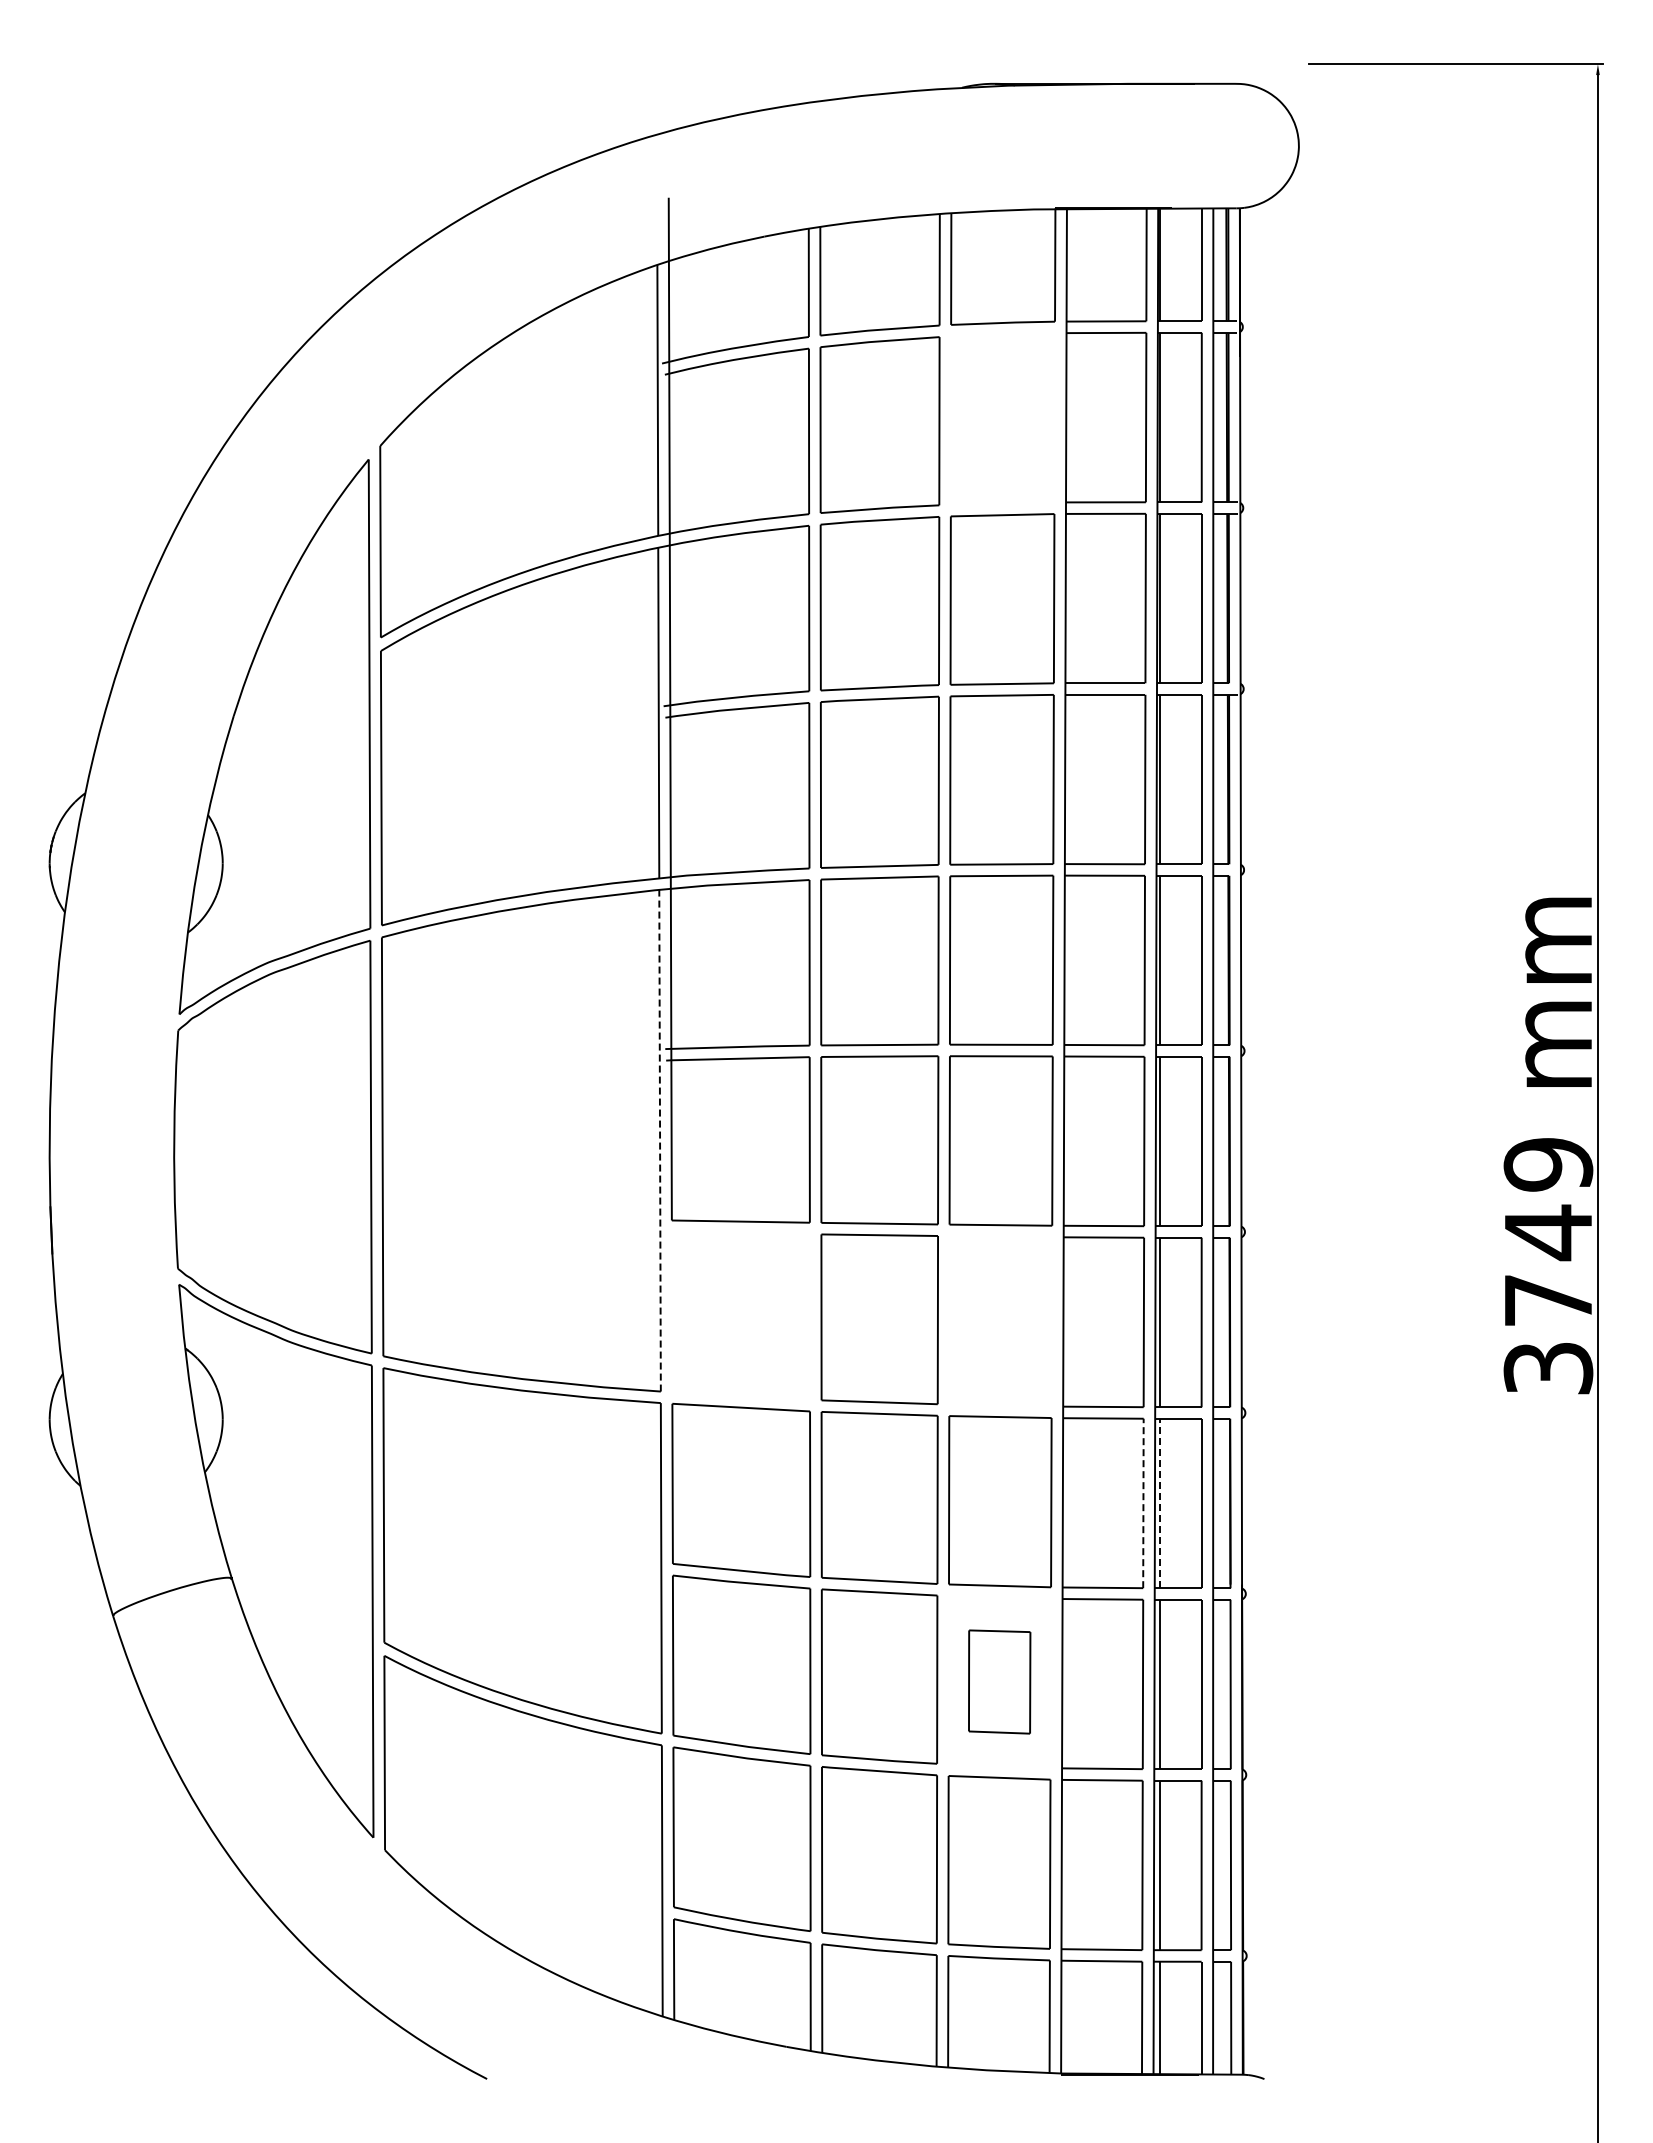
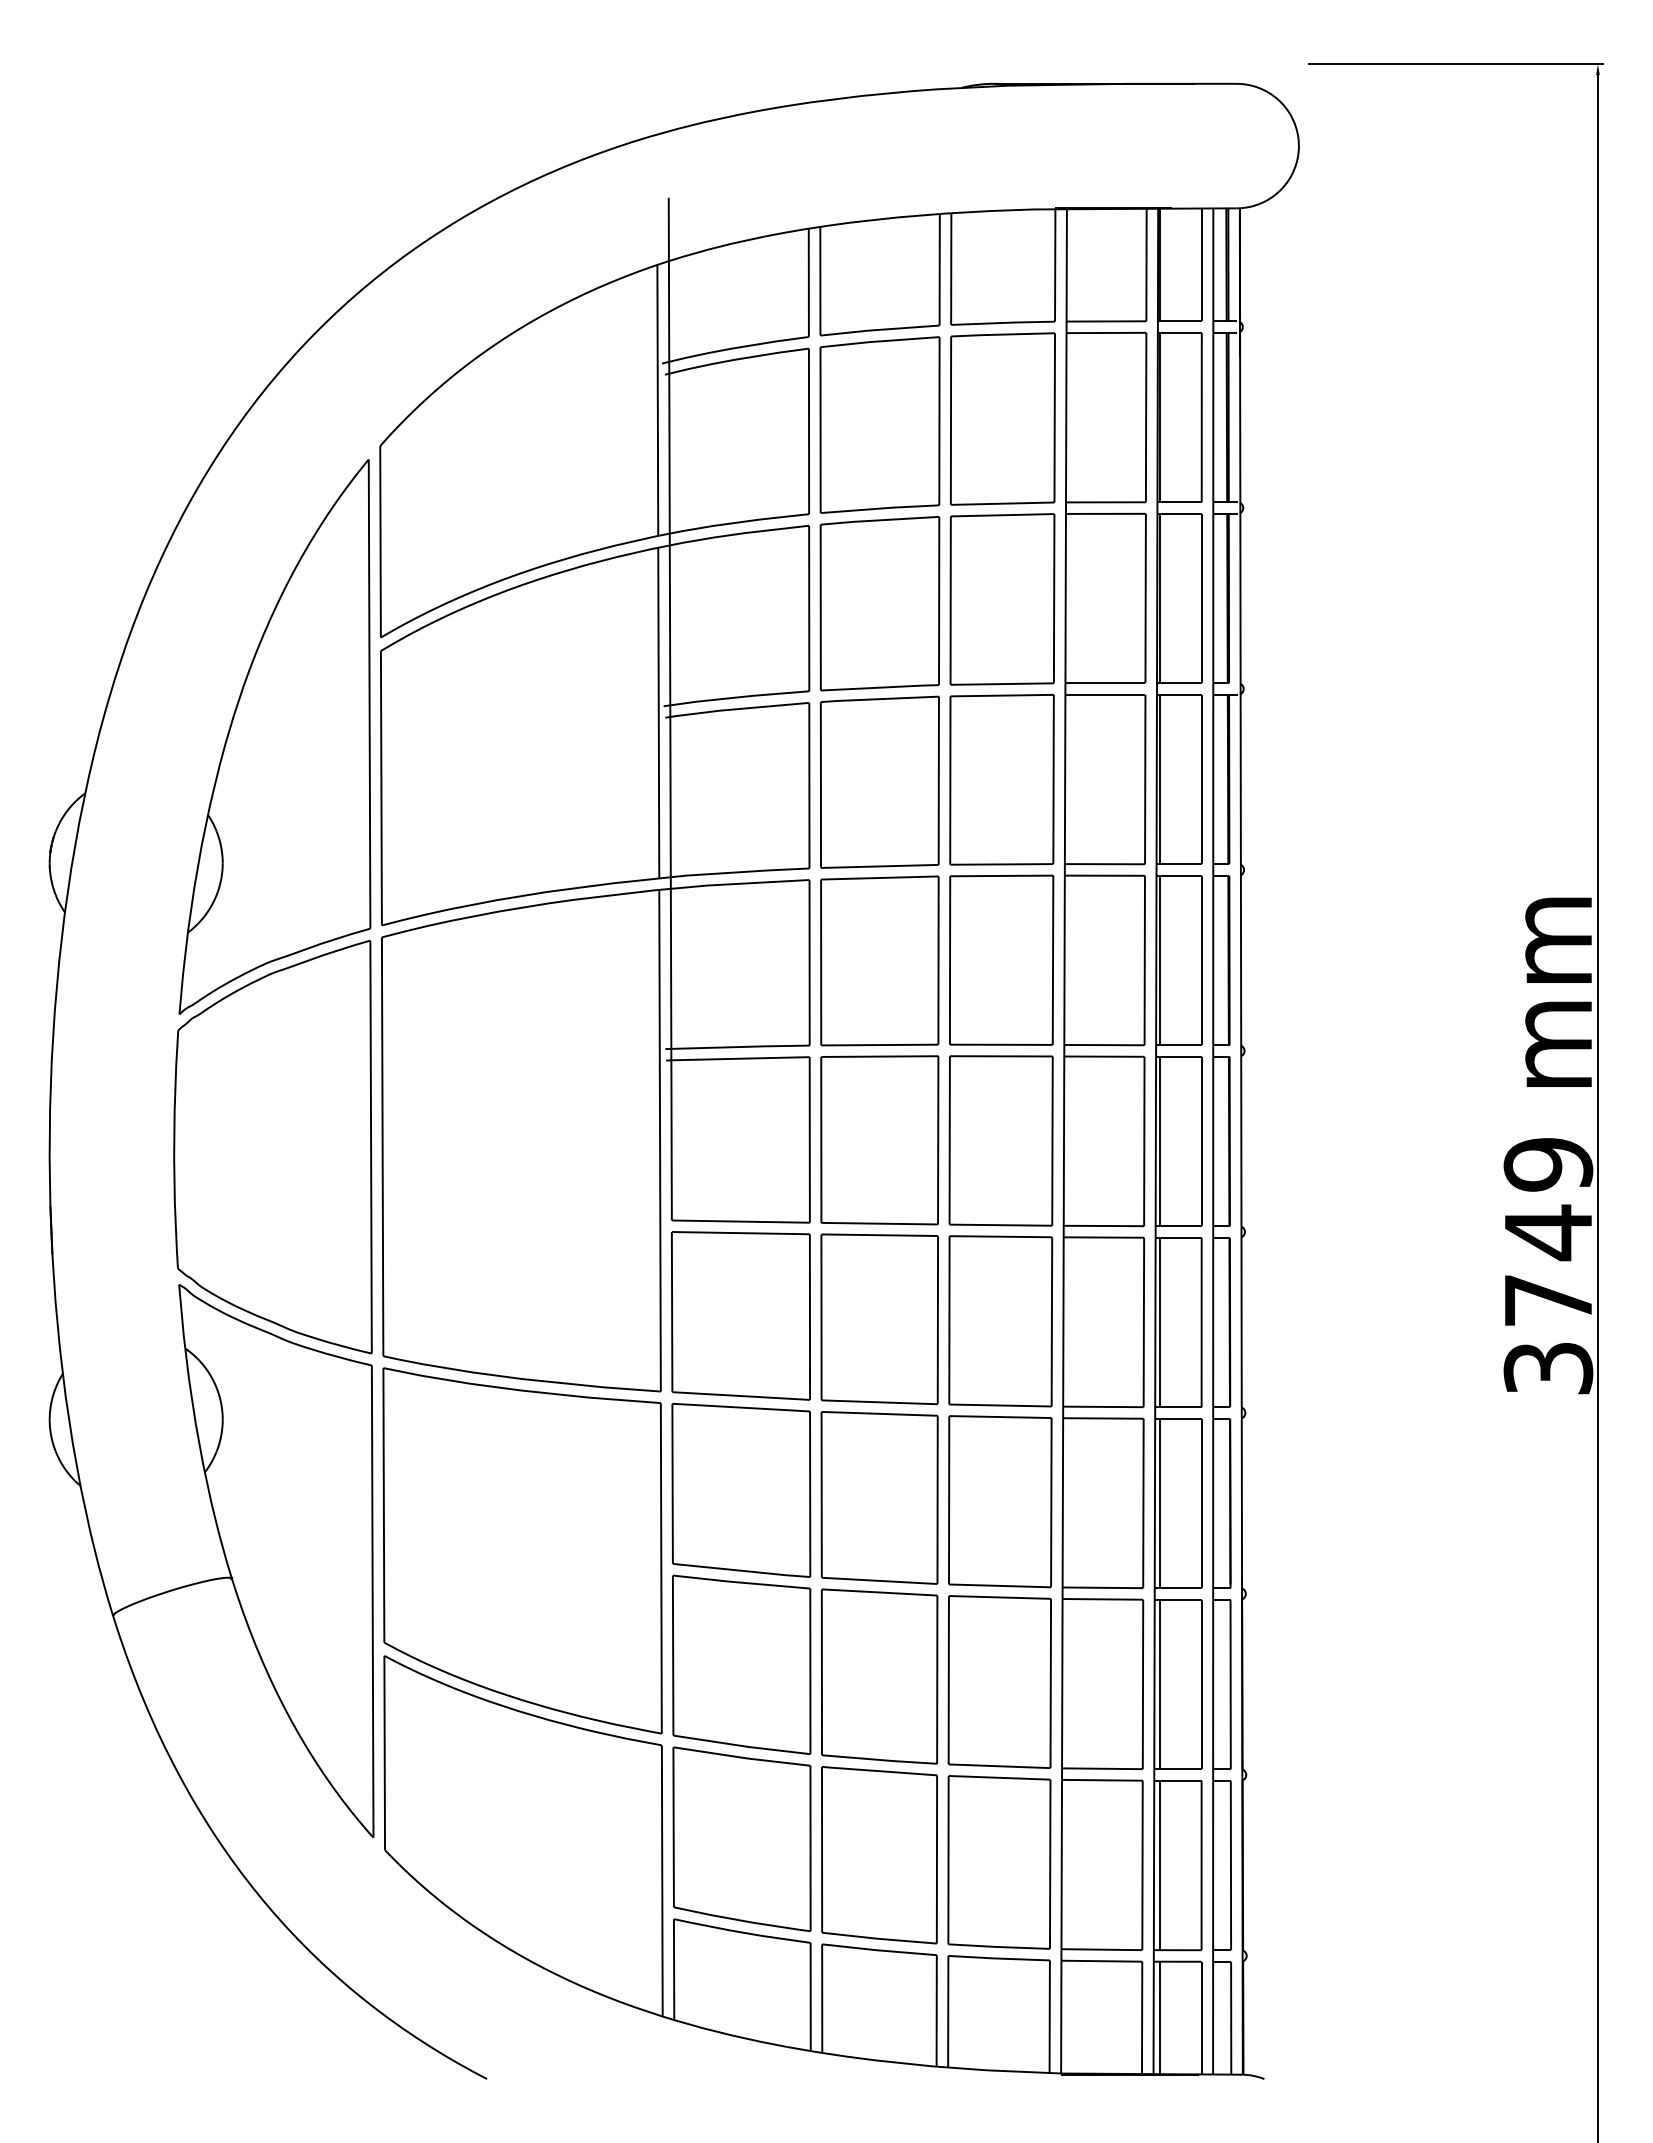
part at (1002, 418): none -> present
line at (660, 1140): dashed -> solid
part at (740, 1315): none -> present
part at (1000, 1321): none -> present
line at (1143, 1503): dashed -> solid
line at (1159, 1503): dashed -> solid
part at (999, 1681) size: 64x106 px -> 105x174 px
